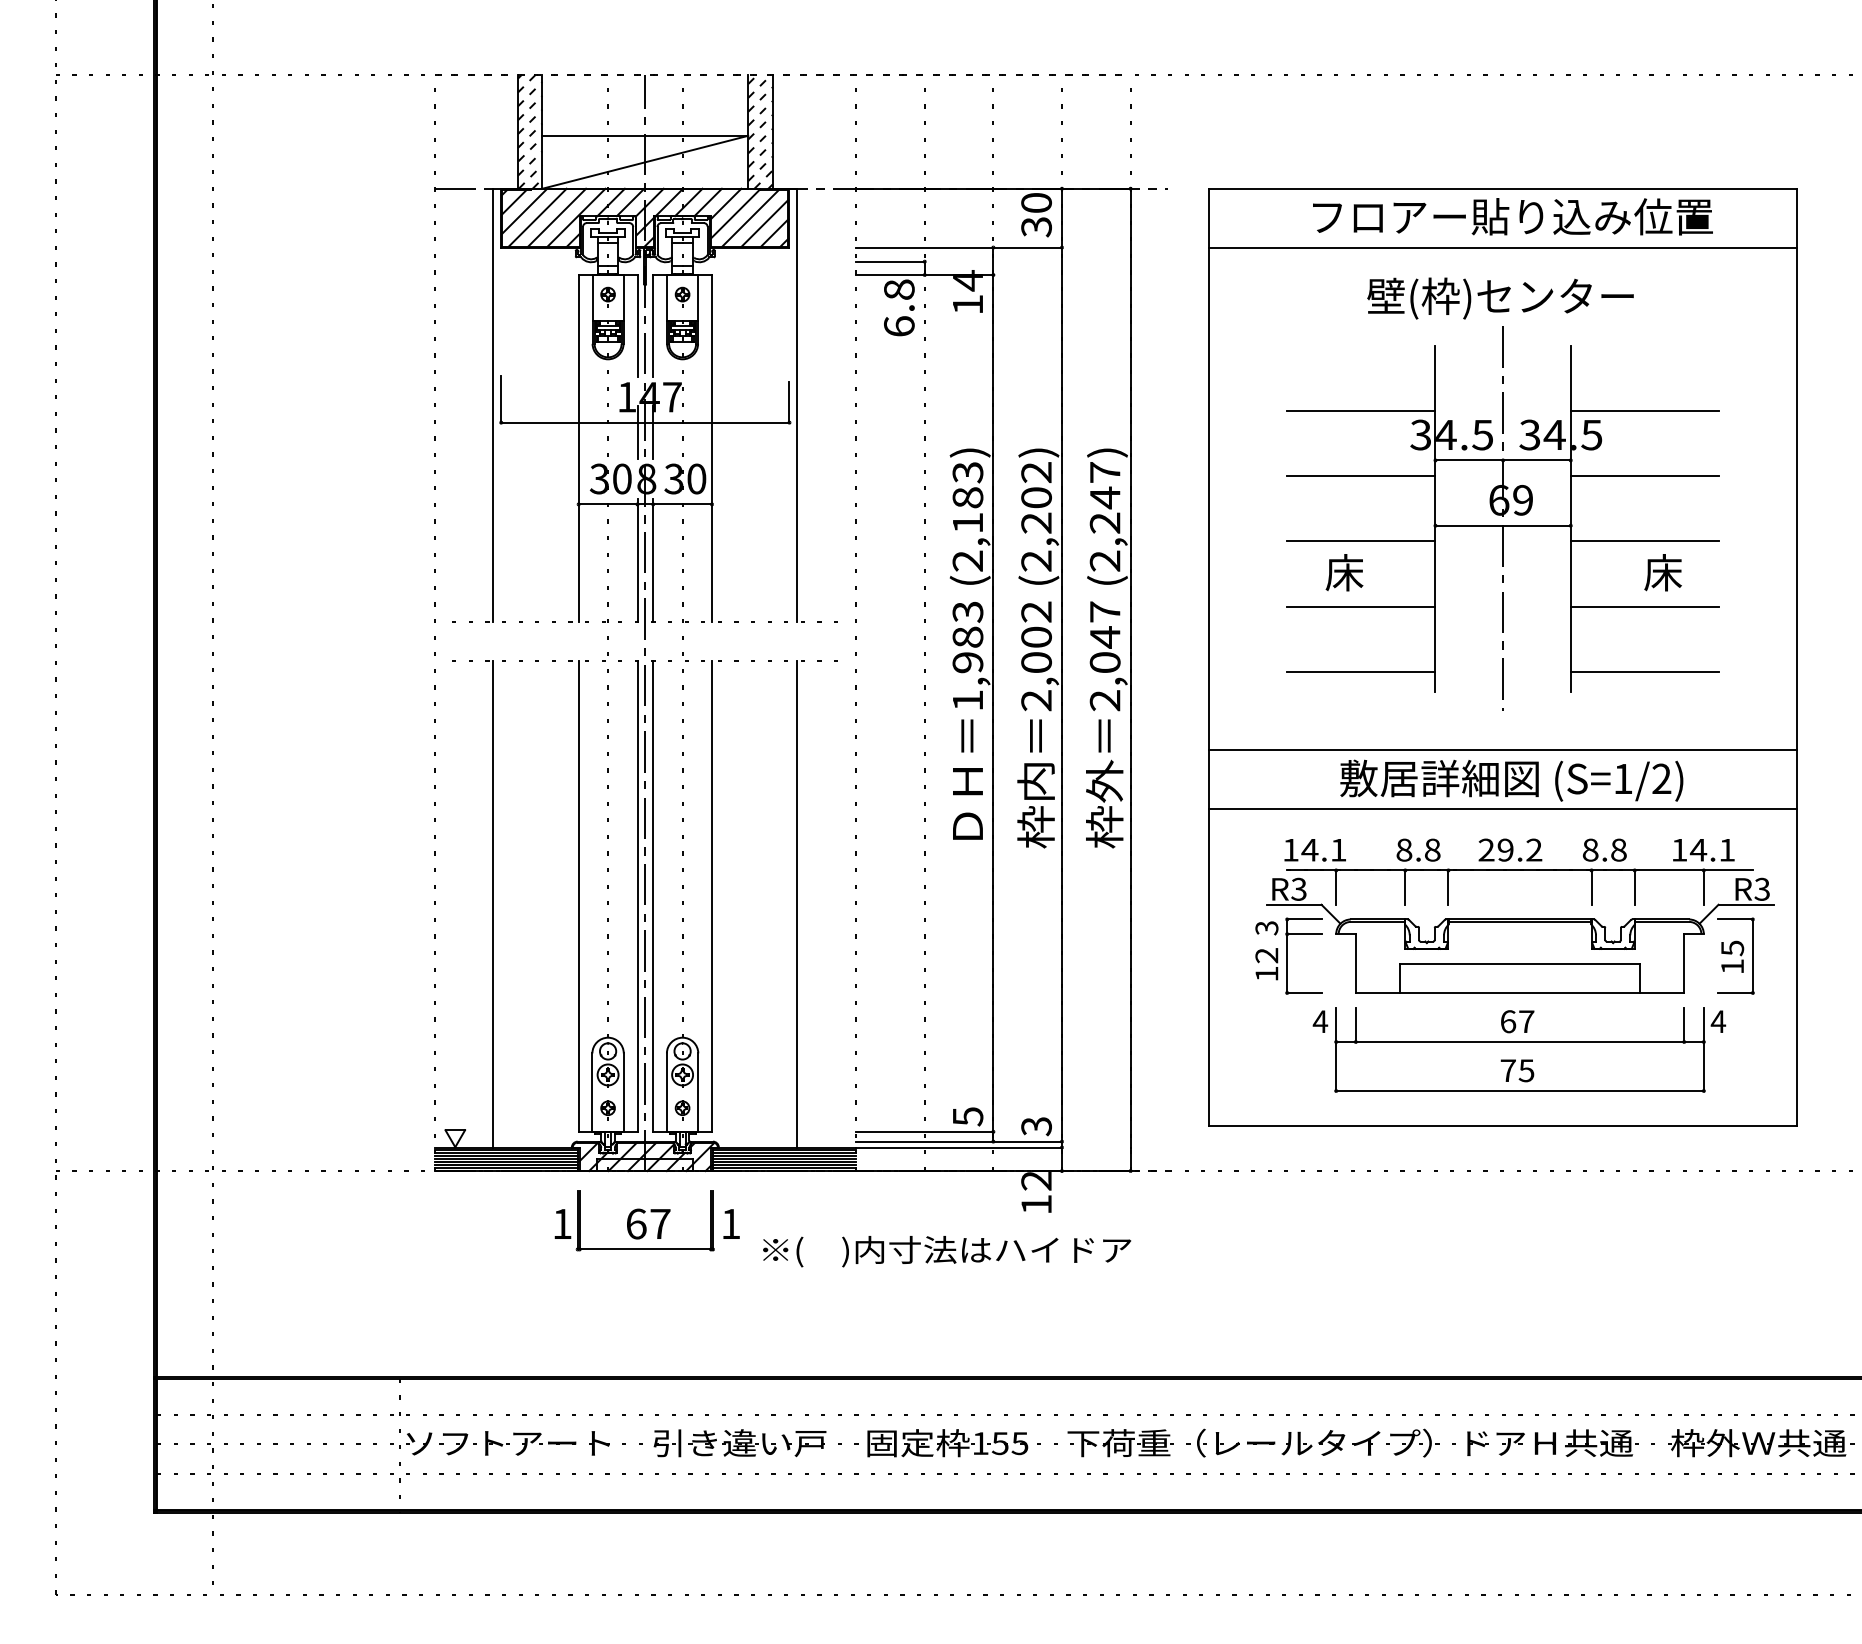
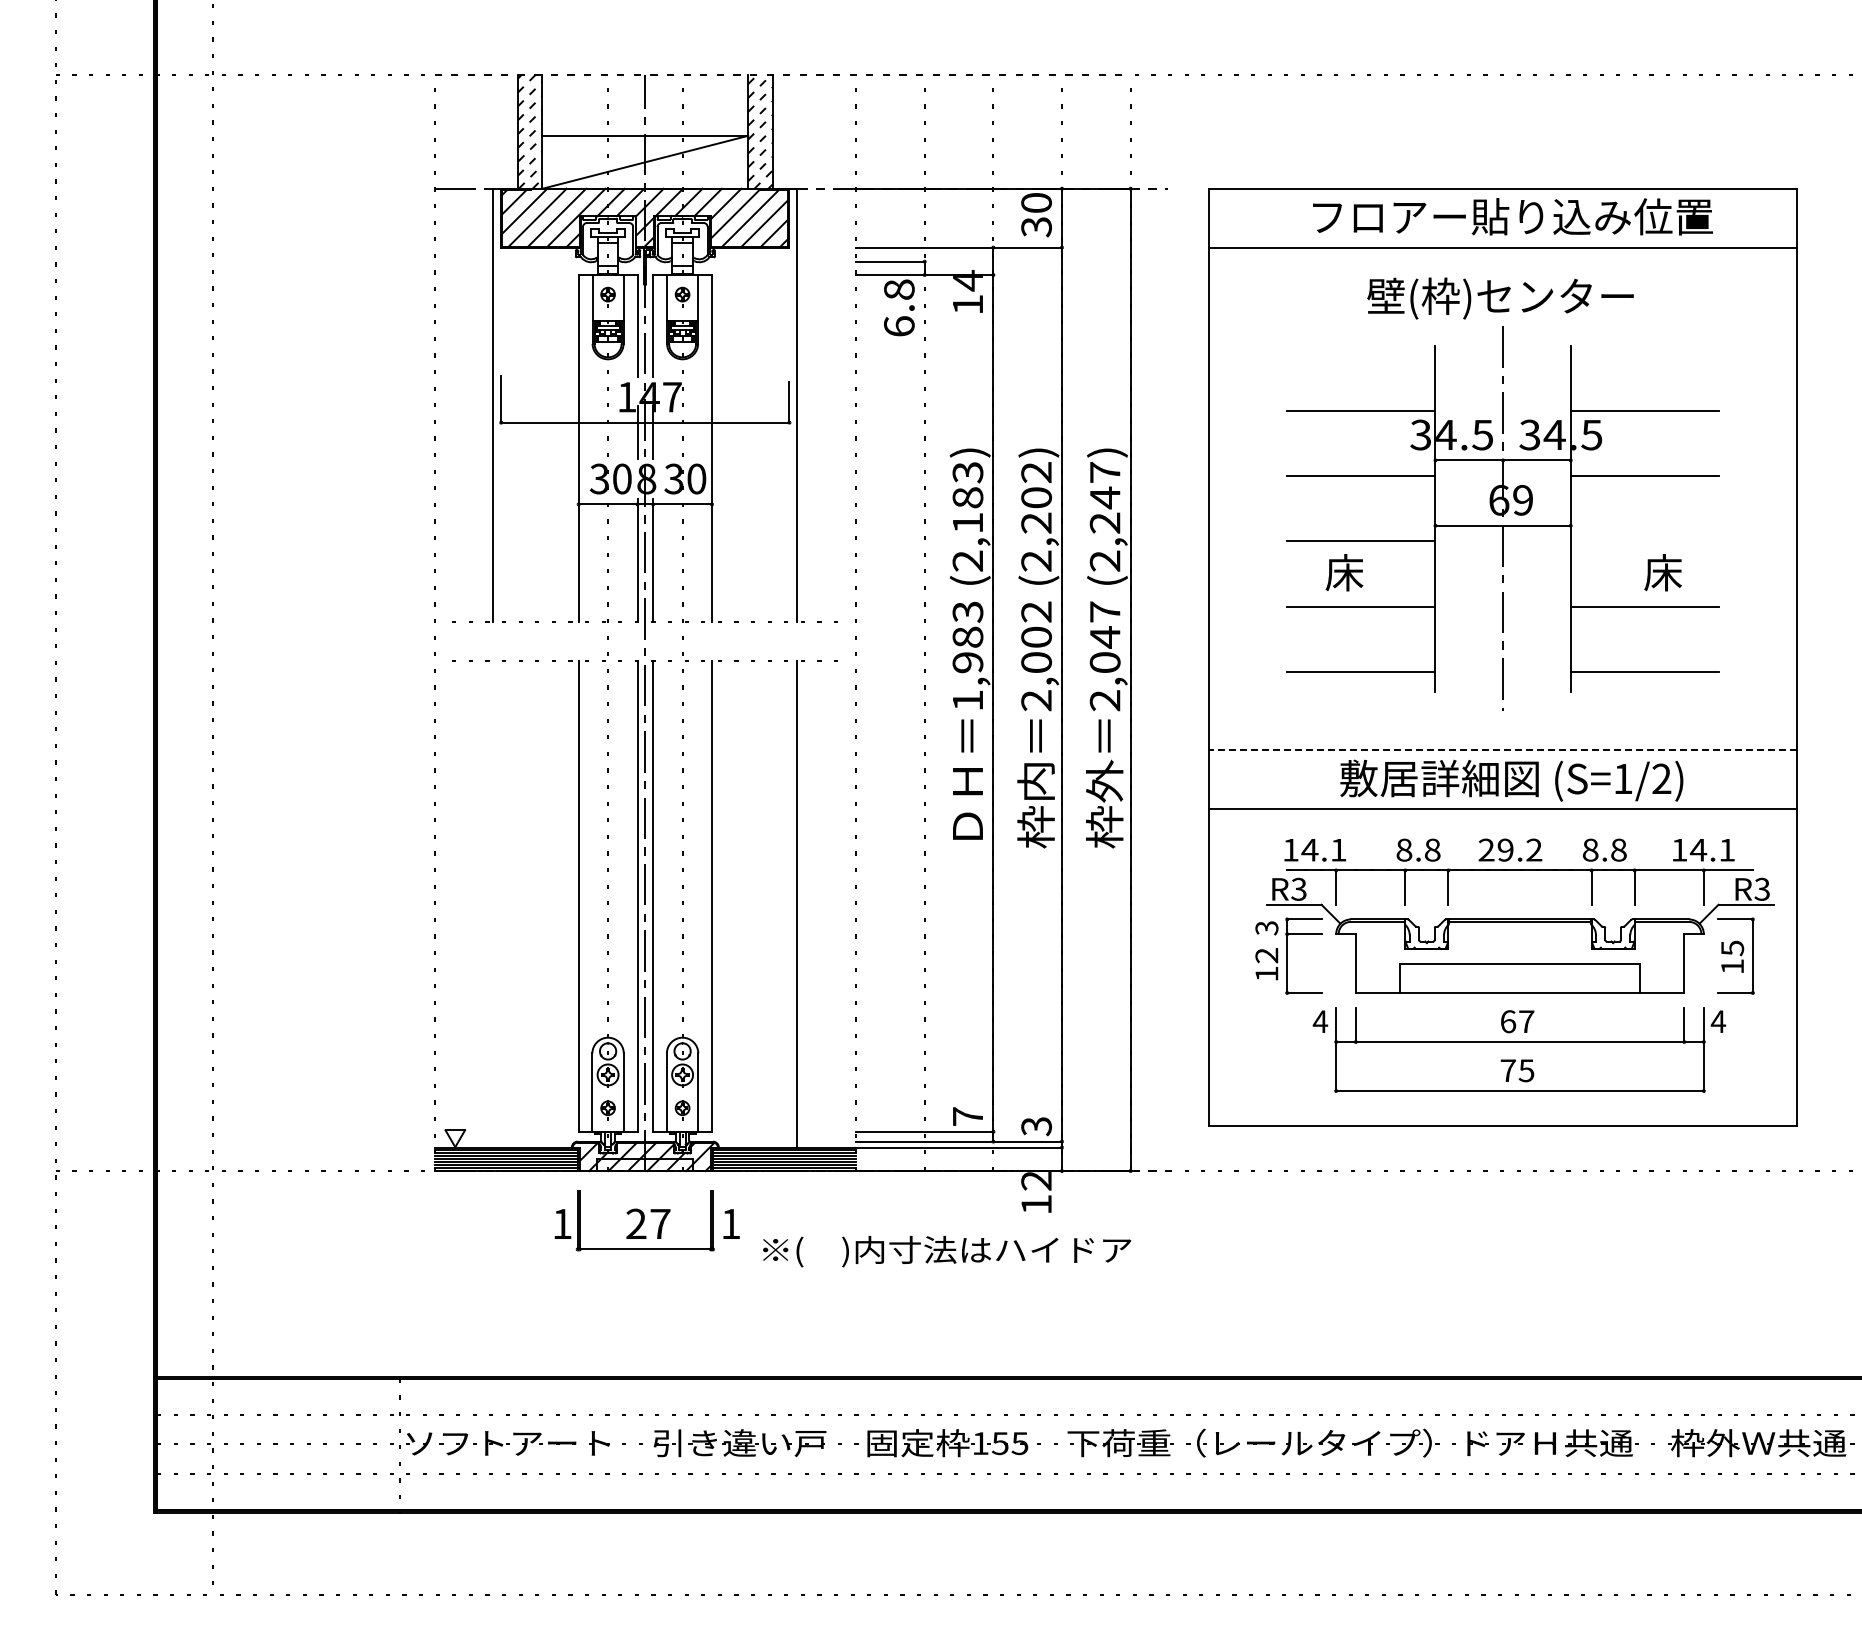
line at (1644, 541): present -> none
line at (1502, 750): solid -> dashed
line at (493, 904): present -> none
text at (968, 1116): 5 -> 7
text at (636, 1223): 67 -> 27
